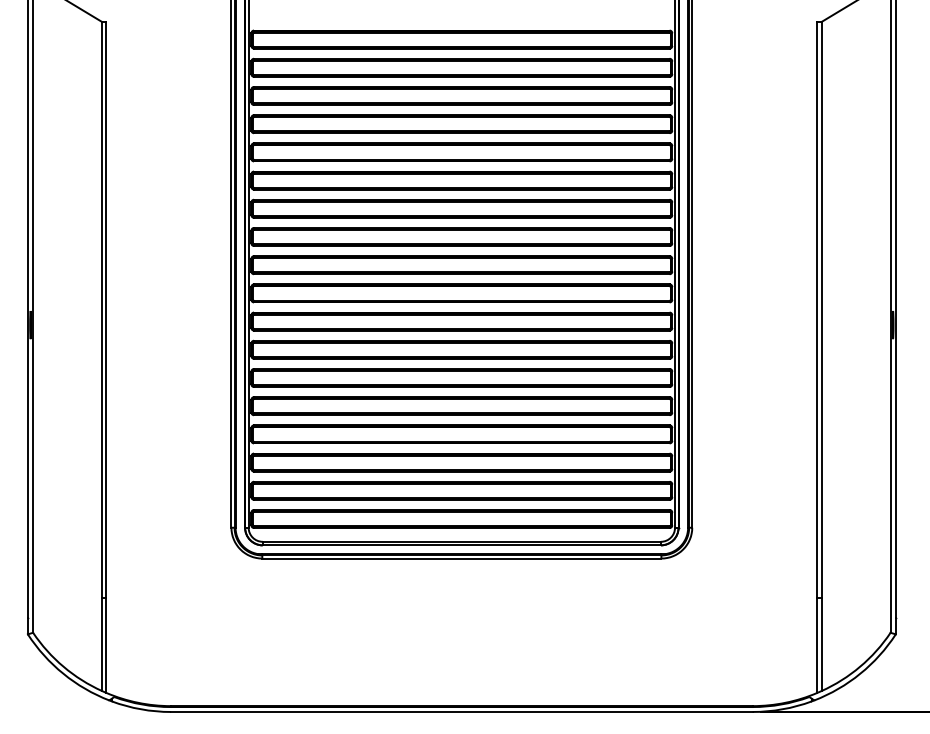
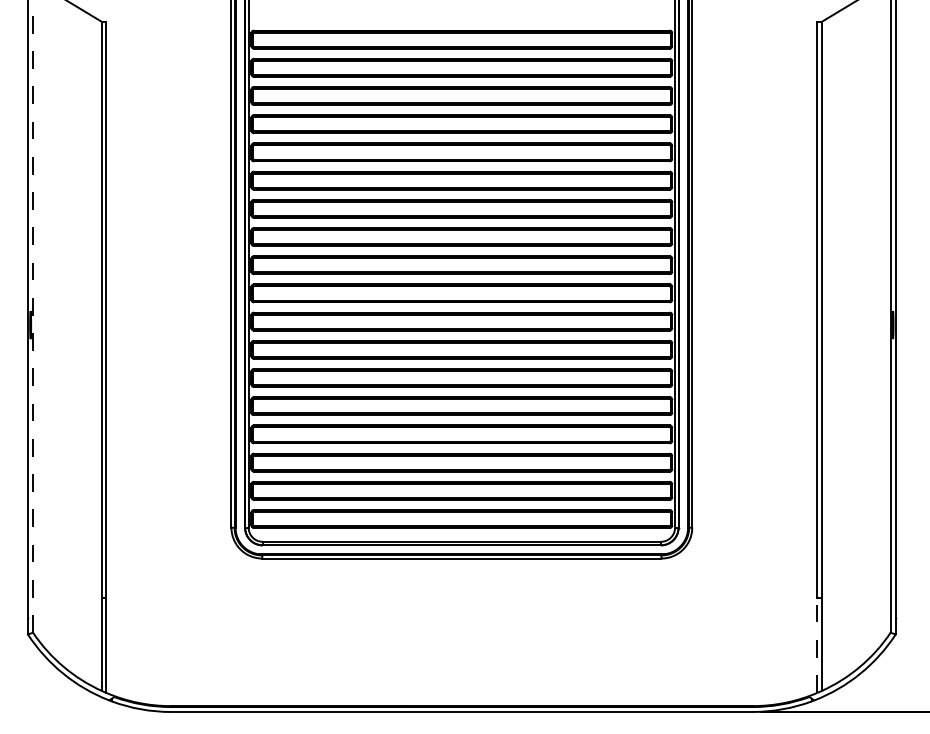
line at (33, 316): solid -> dashed
line at (817, 645): solid -> dashed
